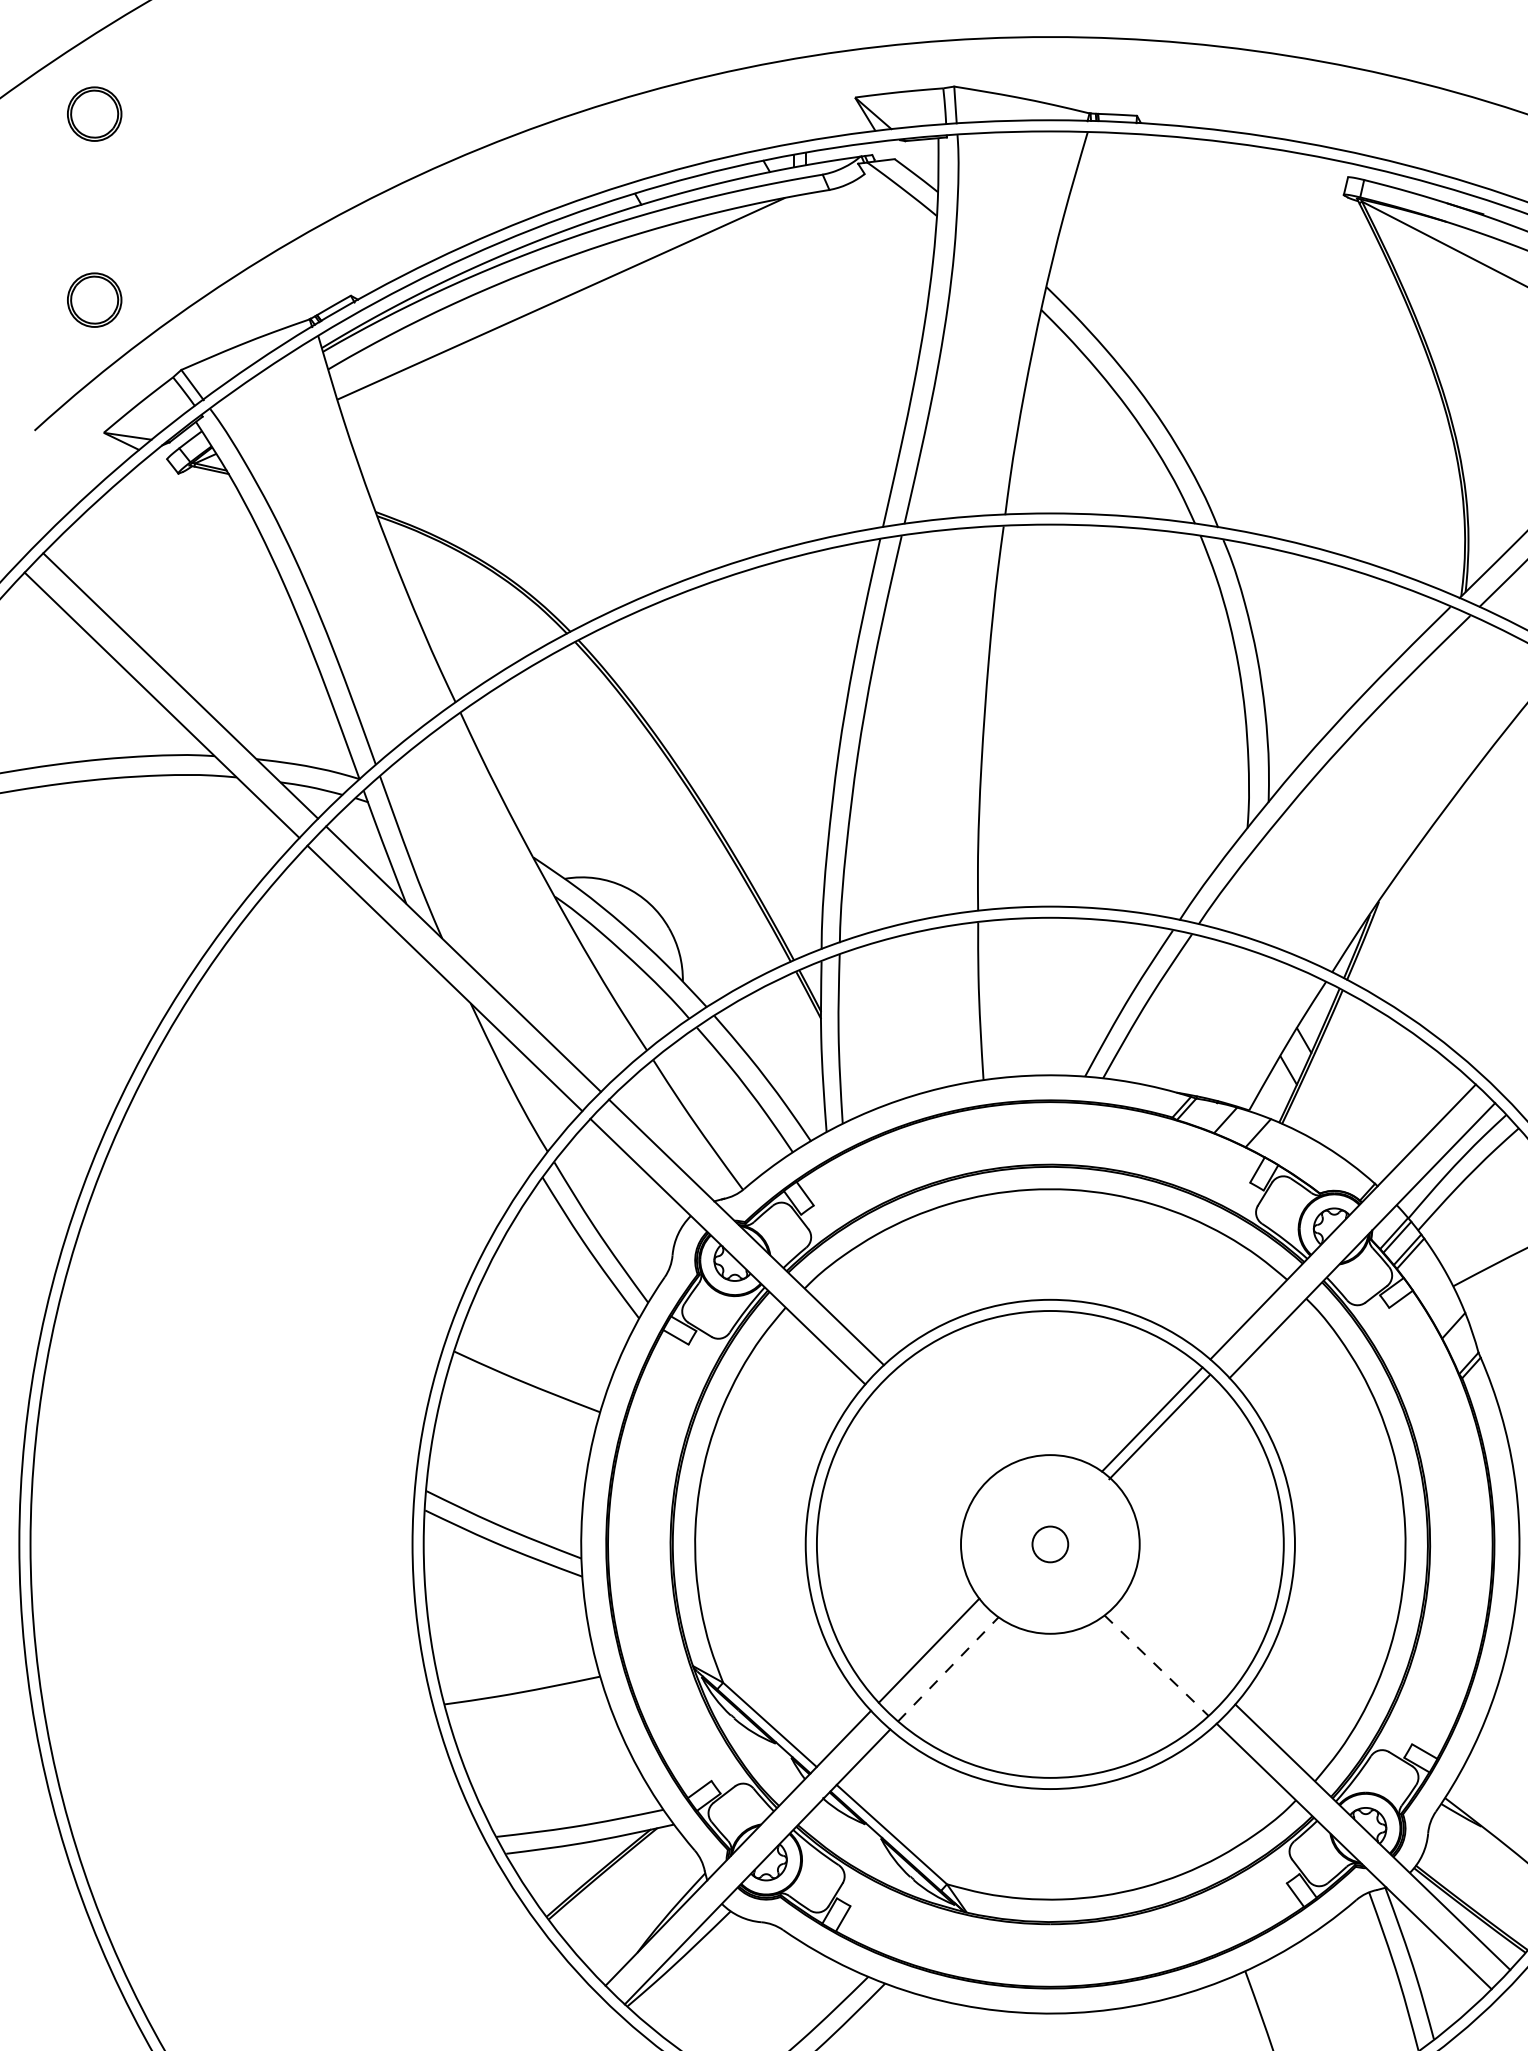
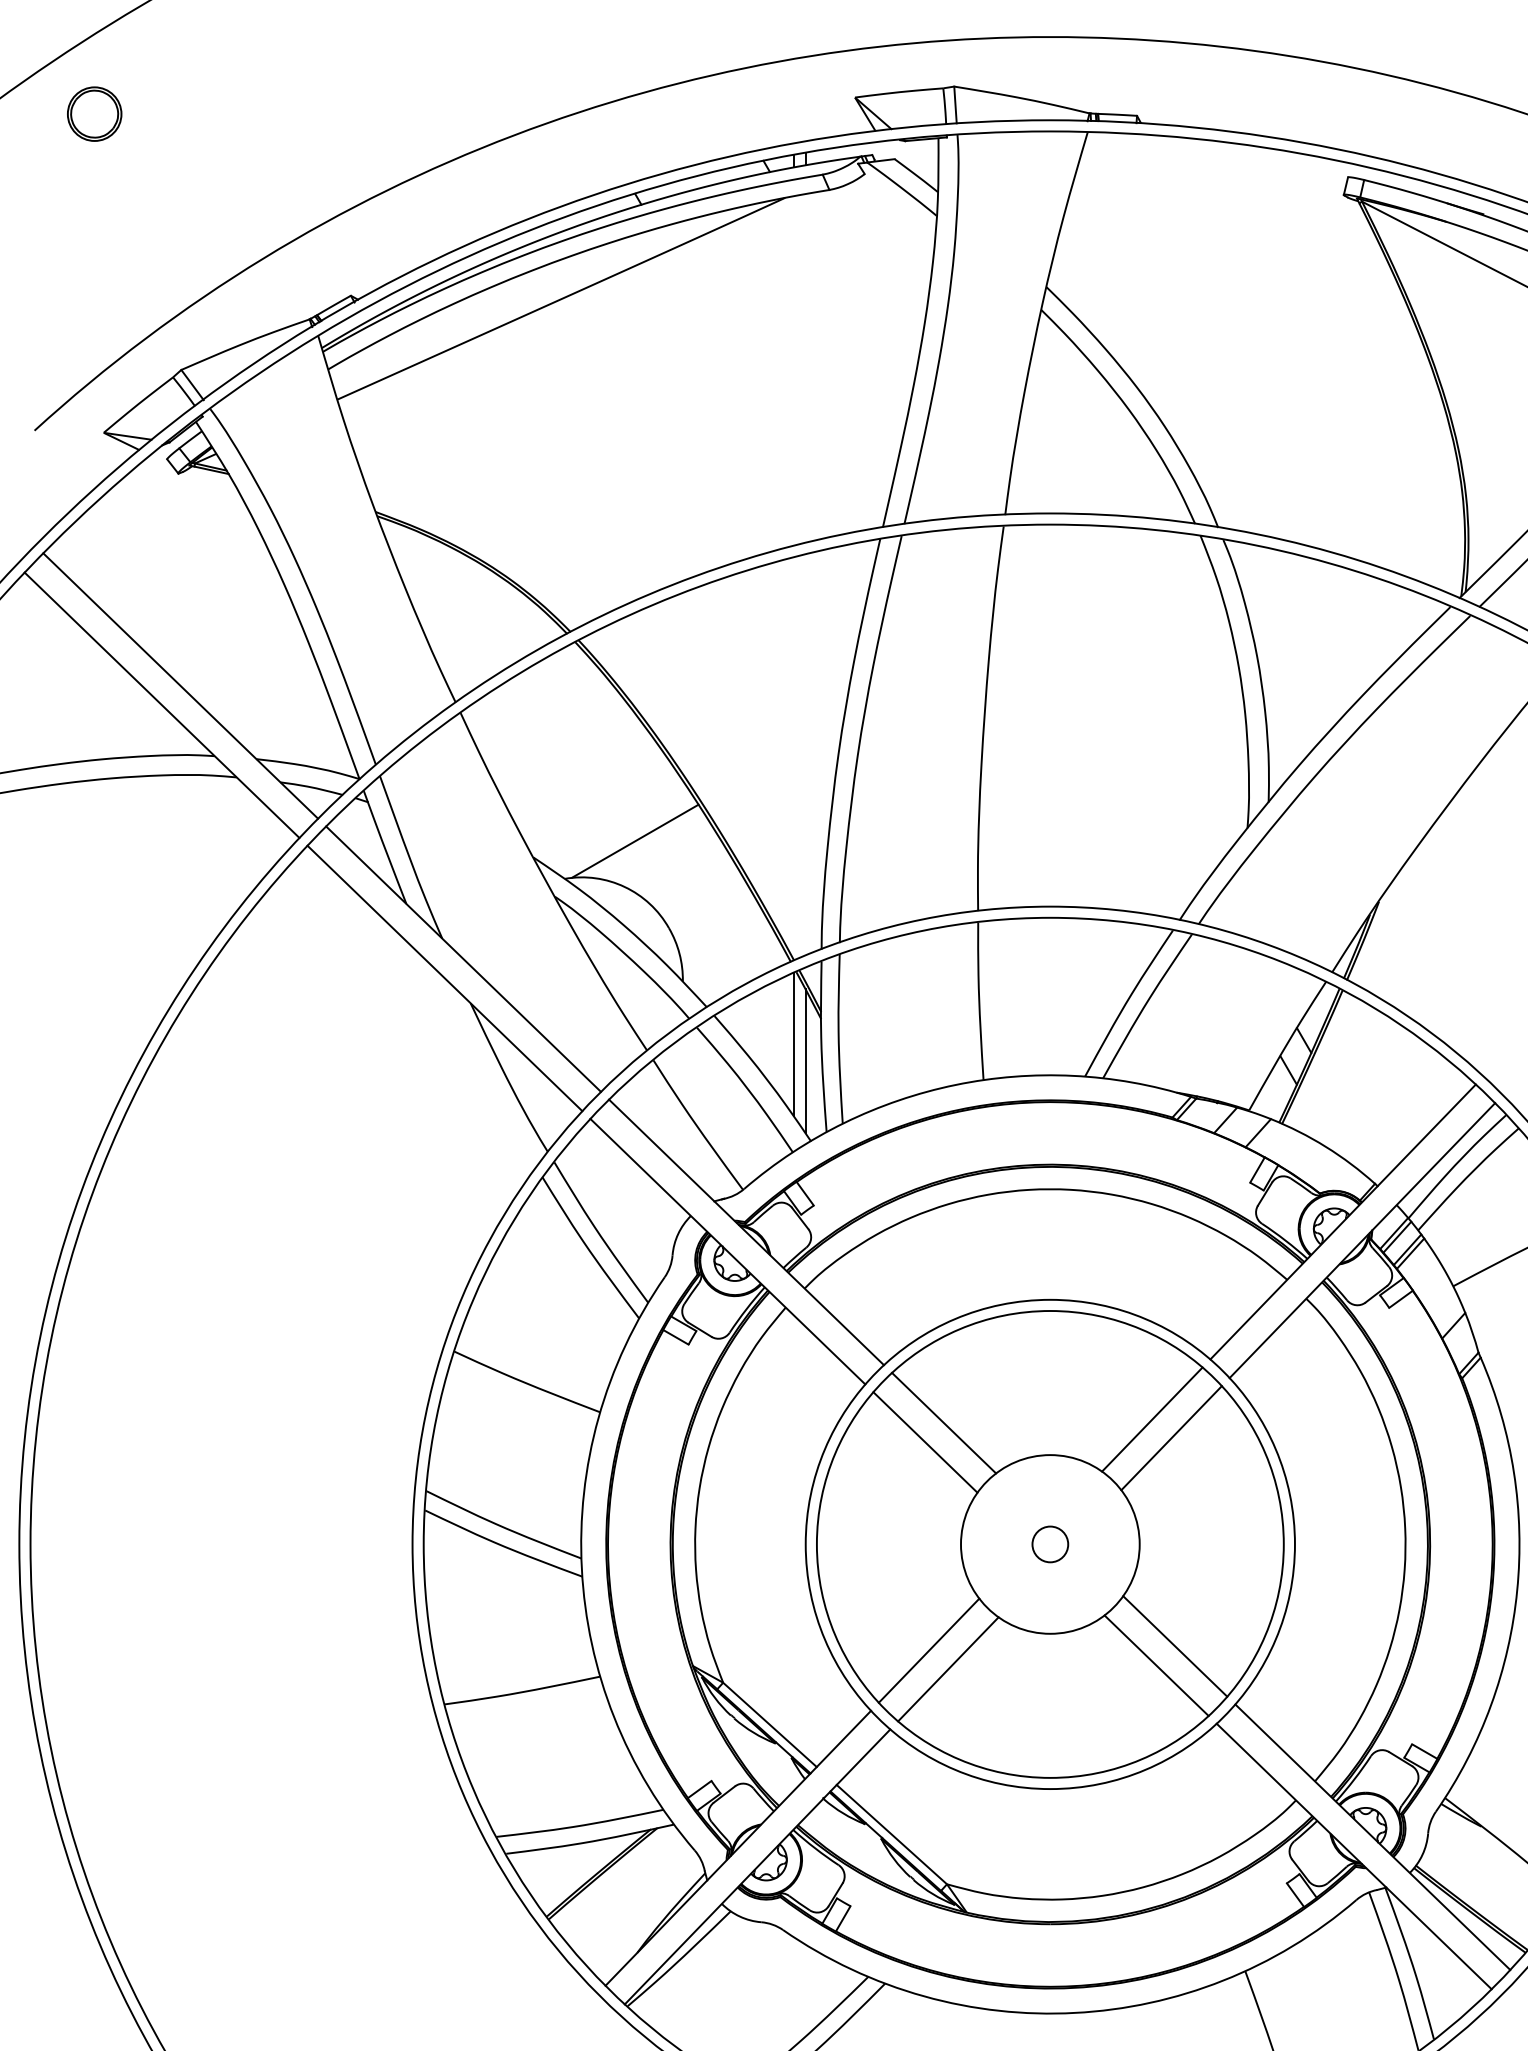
part at (94, 299): present -> none
line at (634, 840): none -> present
line at (793, 1044): none -> present
line at (805, 1061): none -> present
line at (944, 1422): none -> present
line at (1159, 1427) position: (1159, 1427) -> (1171, 1438)
line at (925, 1442): none -> present
line at (1175, 1646): none -> present
line at (1157, 1666): dashed -> solid
line at (948, 1669): dashed -> solid
